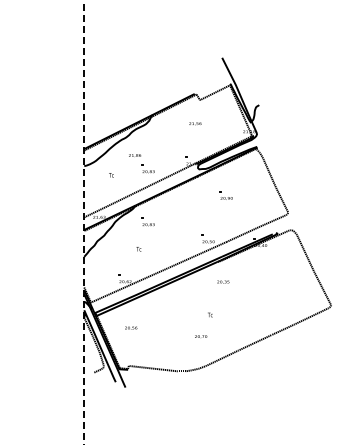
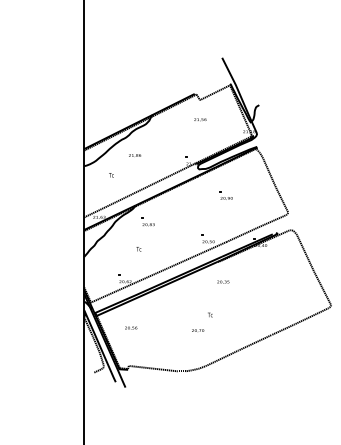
text at (195, 123) position: (195, 123) -> (200, 119)
part at (147, 168): present -> none
line at (84, 222): dashed -> solid
text at (201, 336) position: (201, 336) -> (198, 330)
